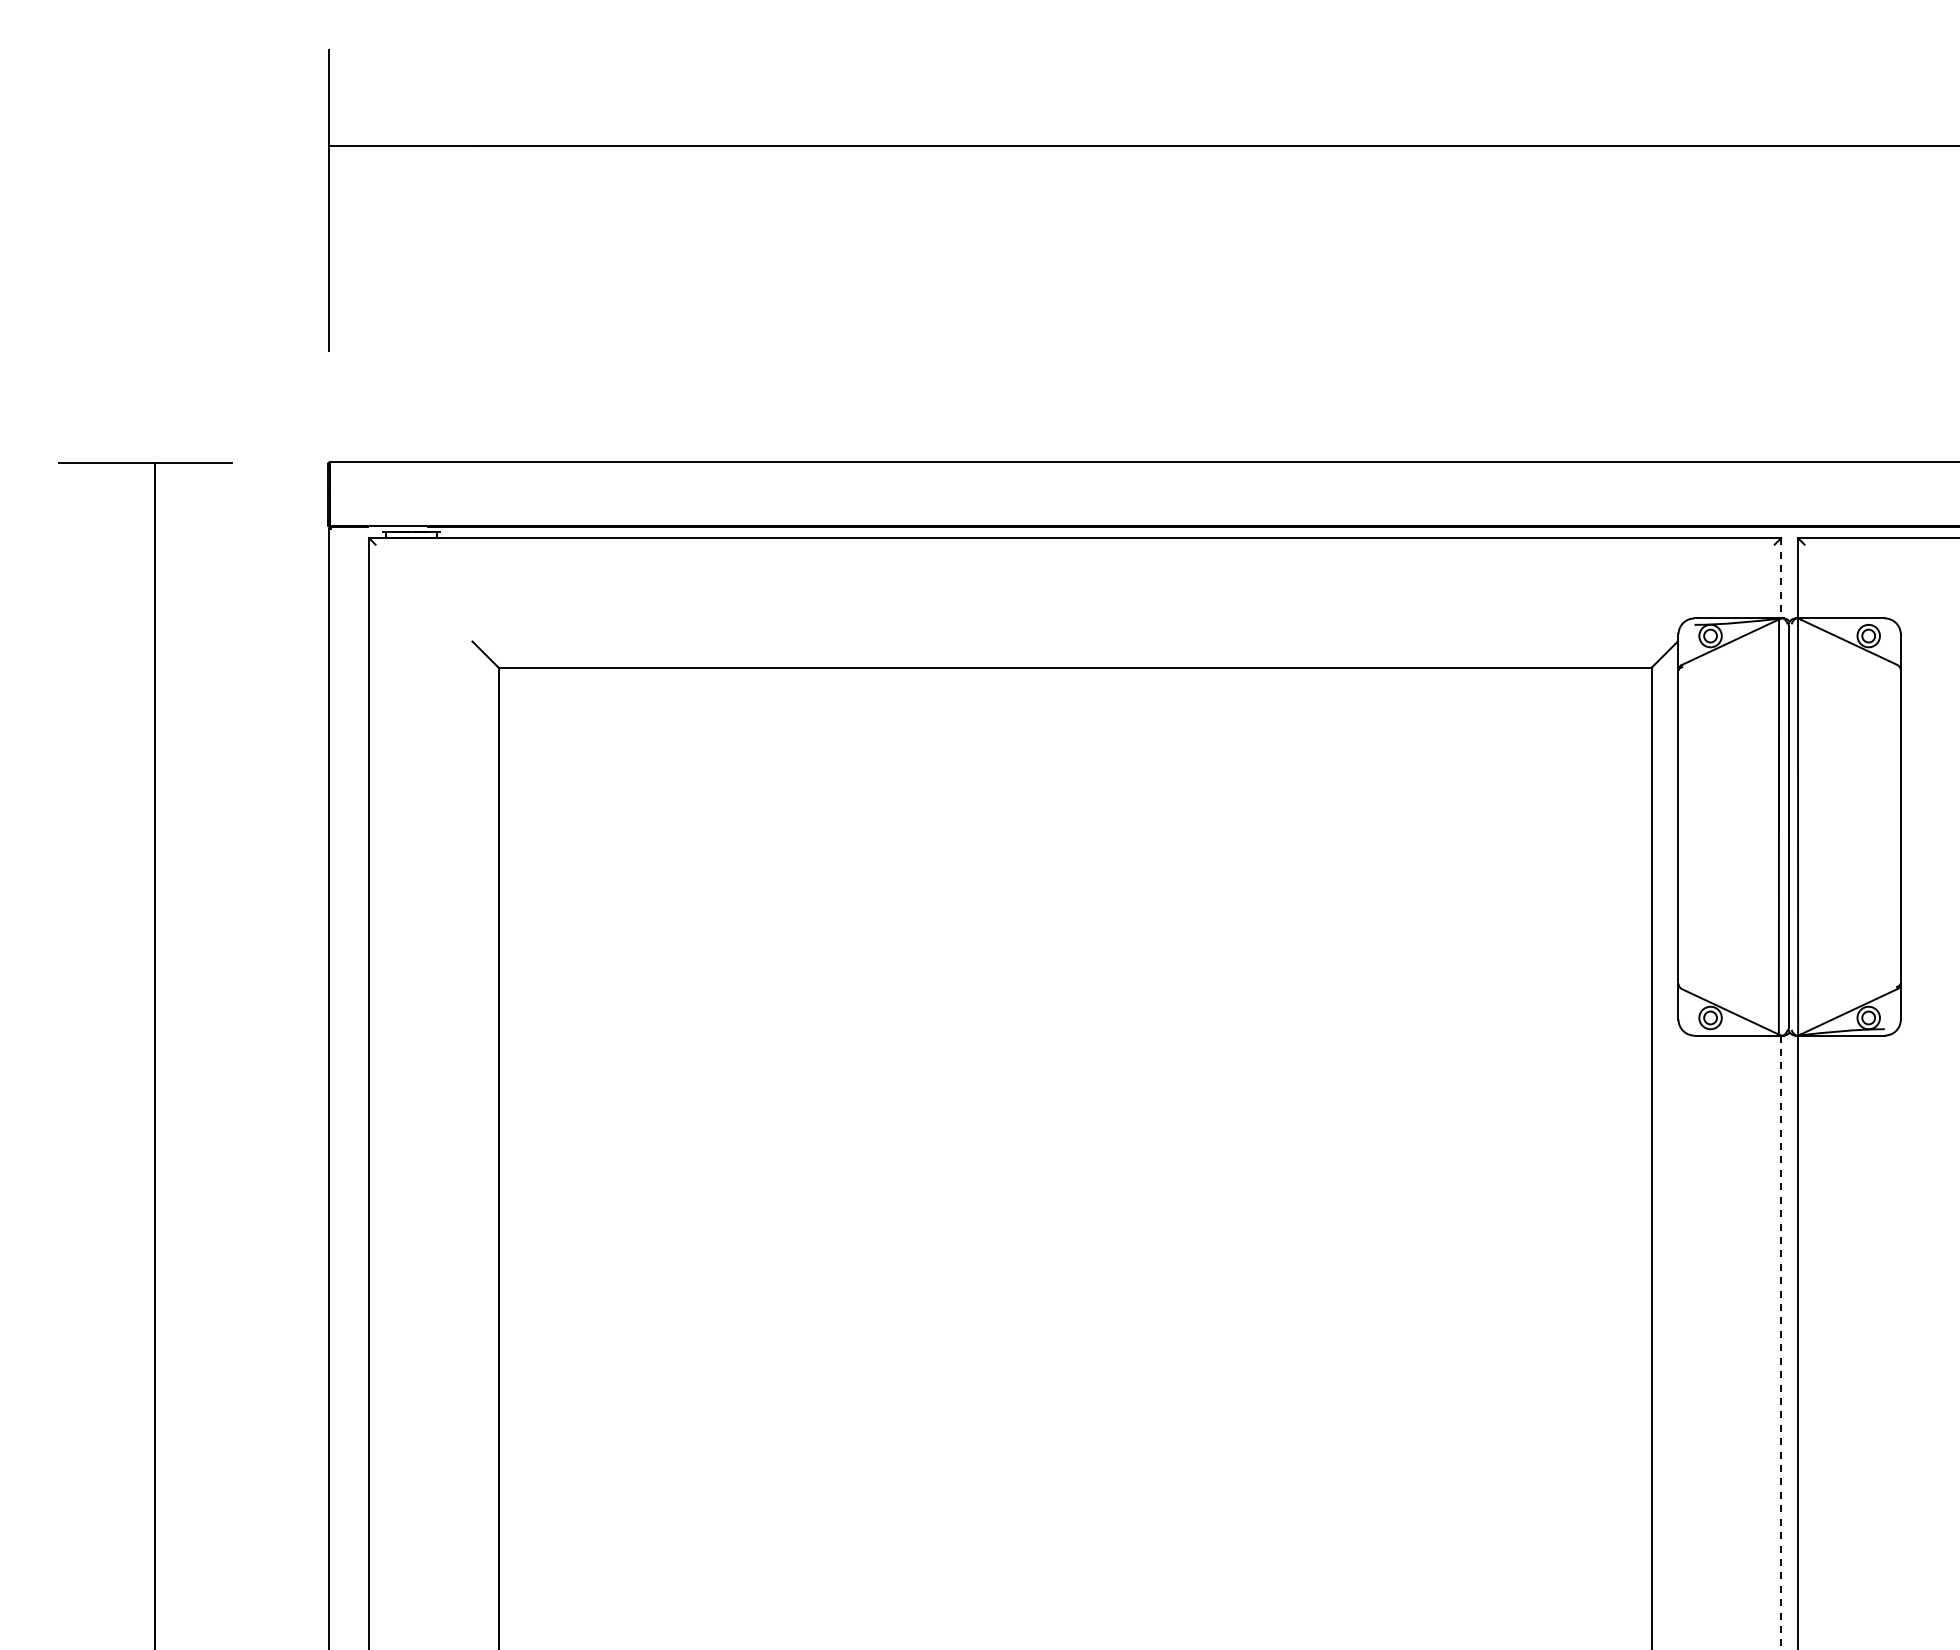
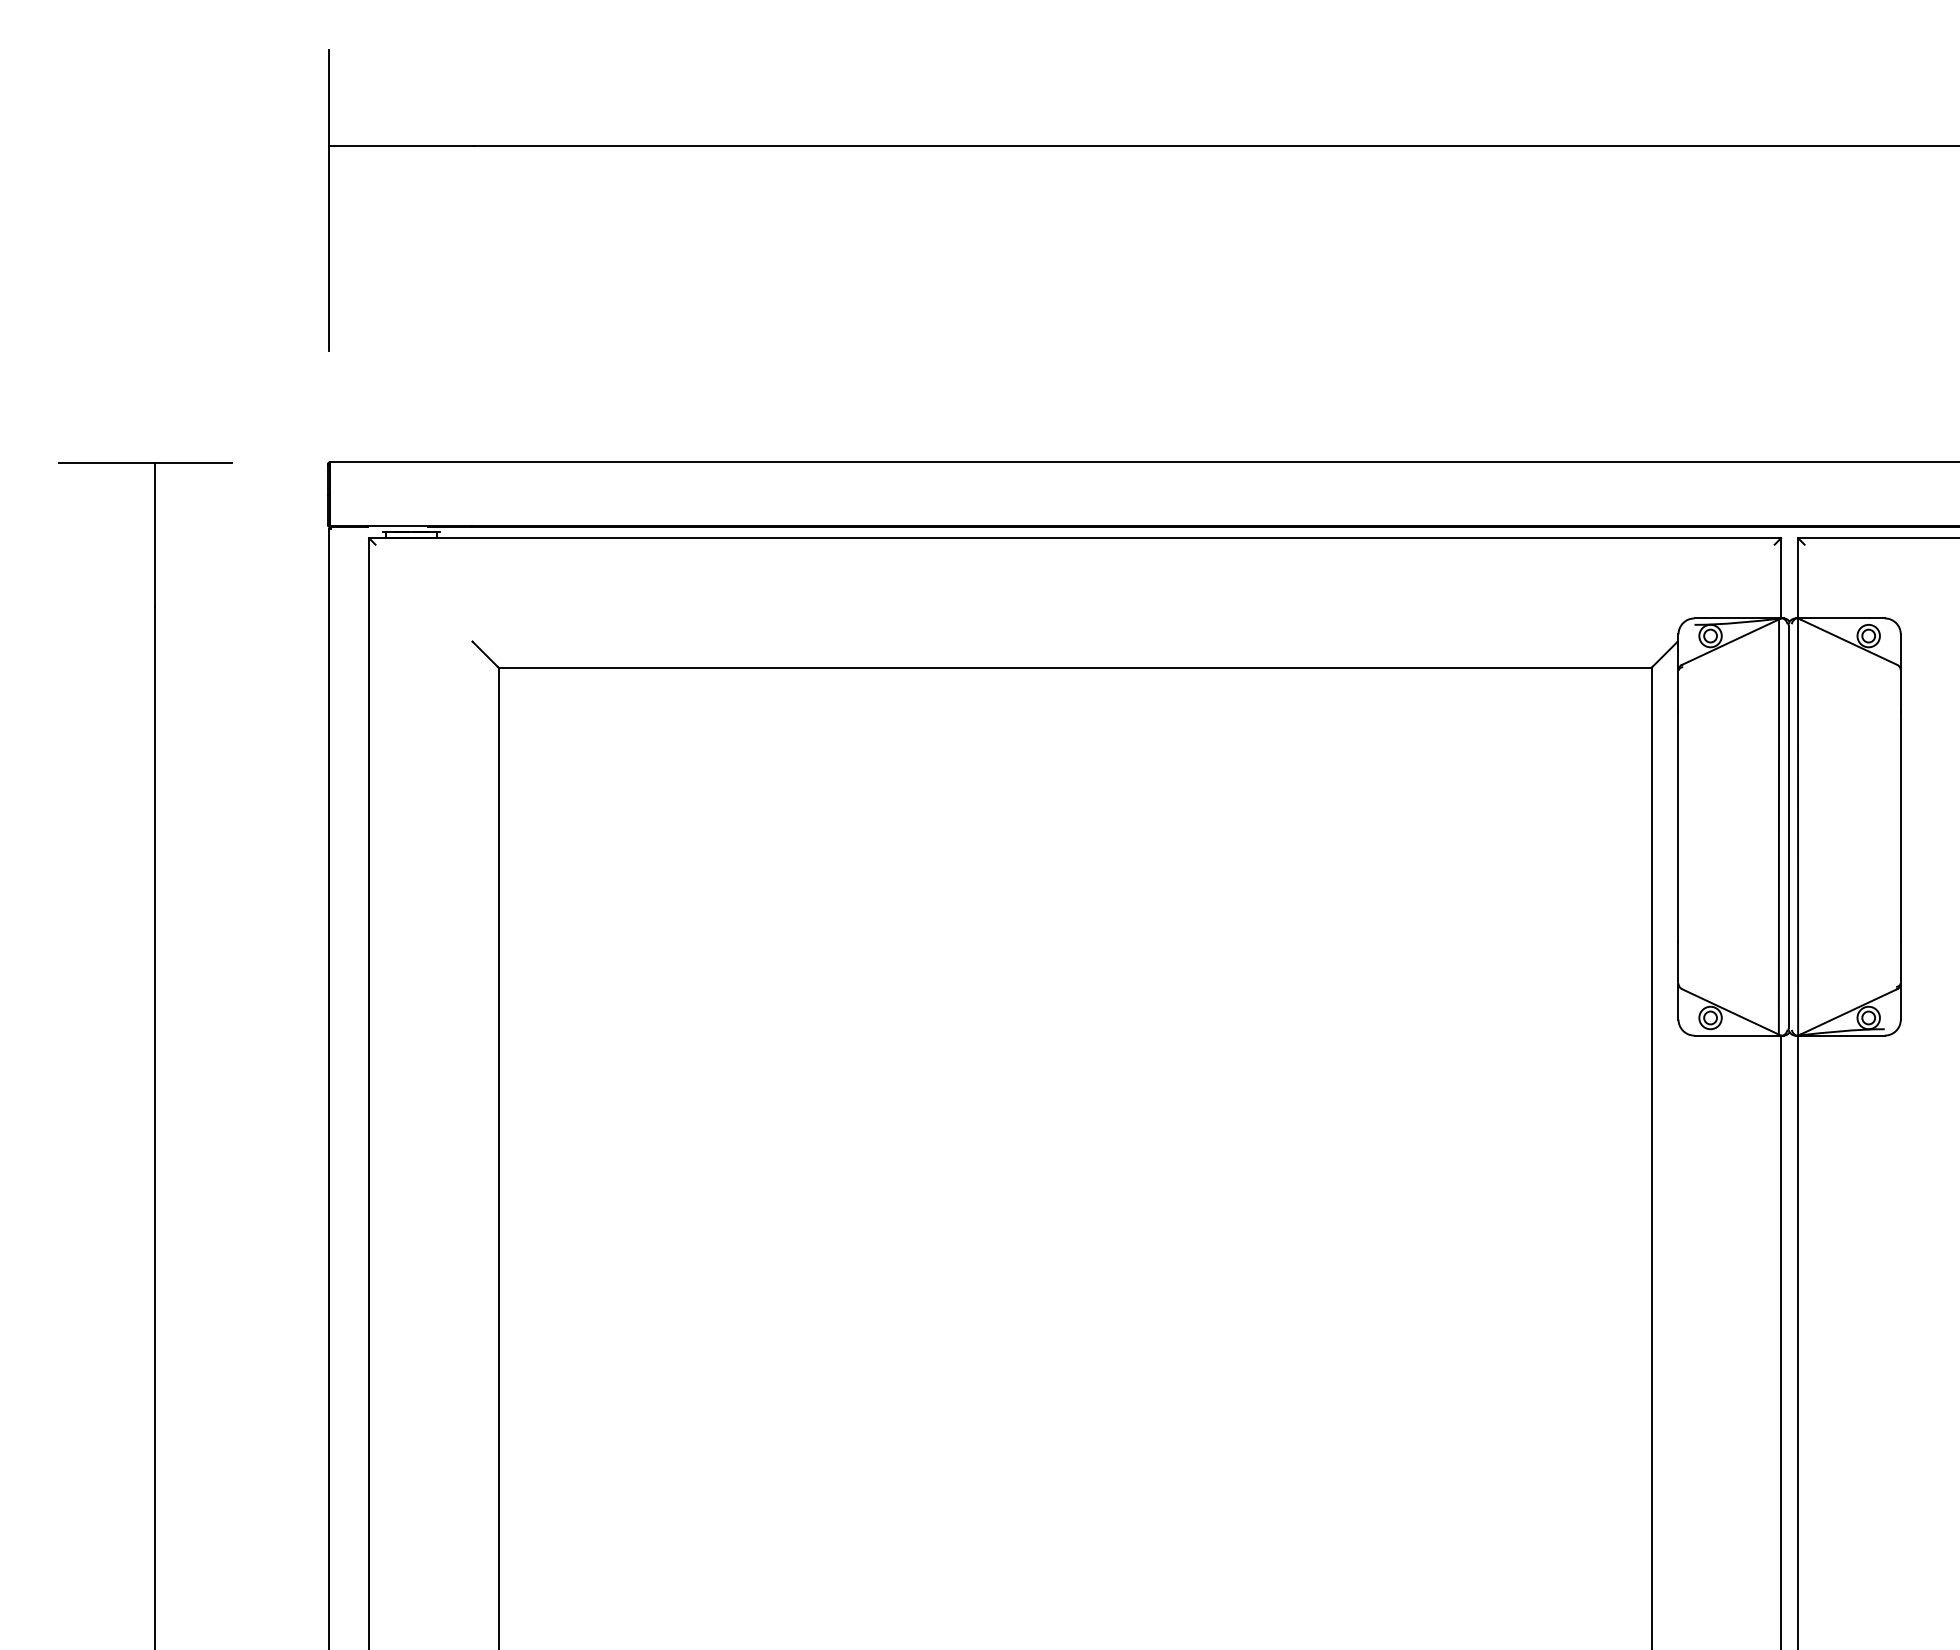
line at (1781, 578): dashed -> solid
line at (1781, 1342): dashed -> solid
